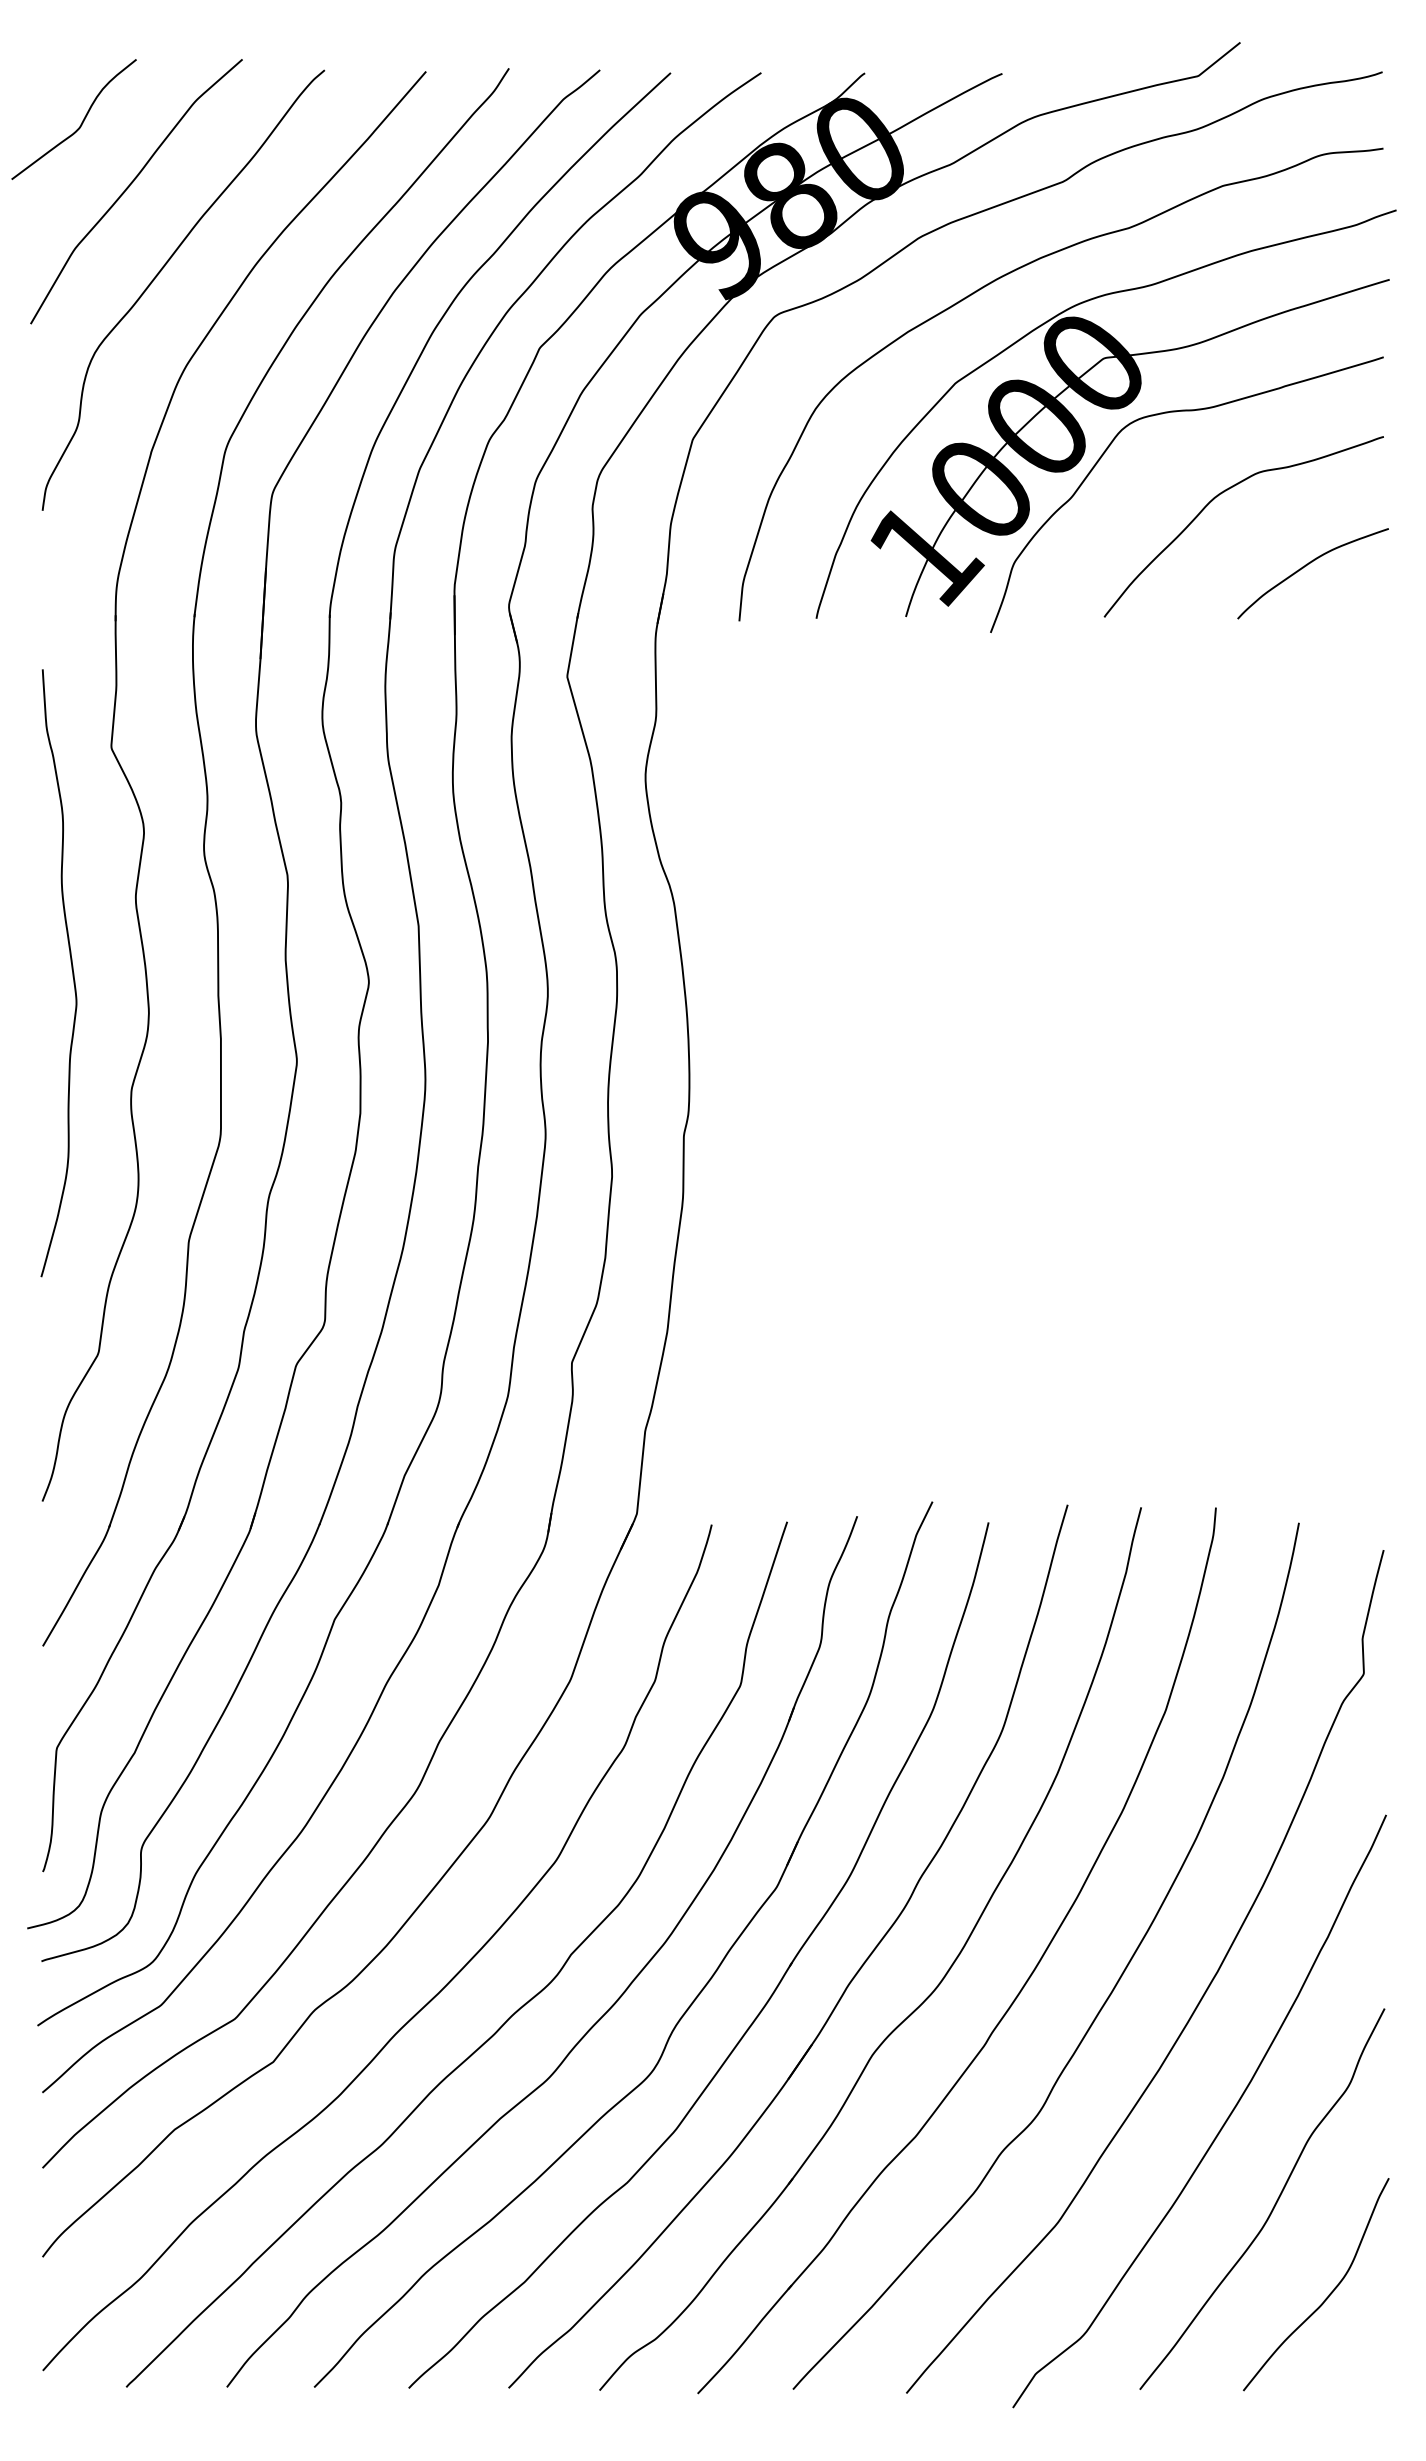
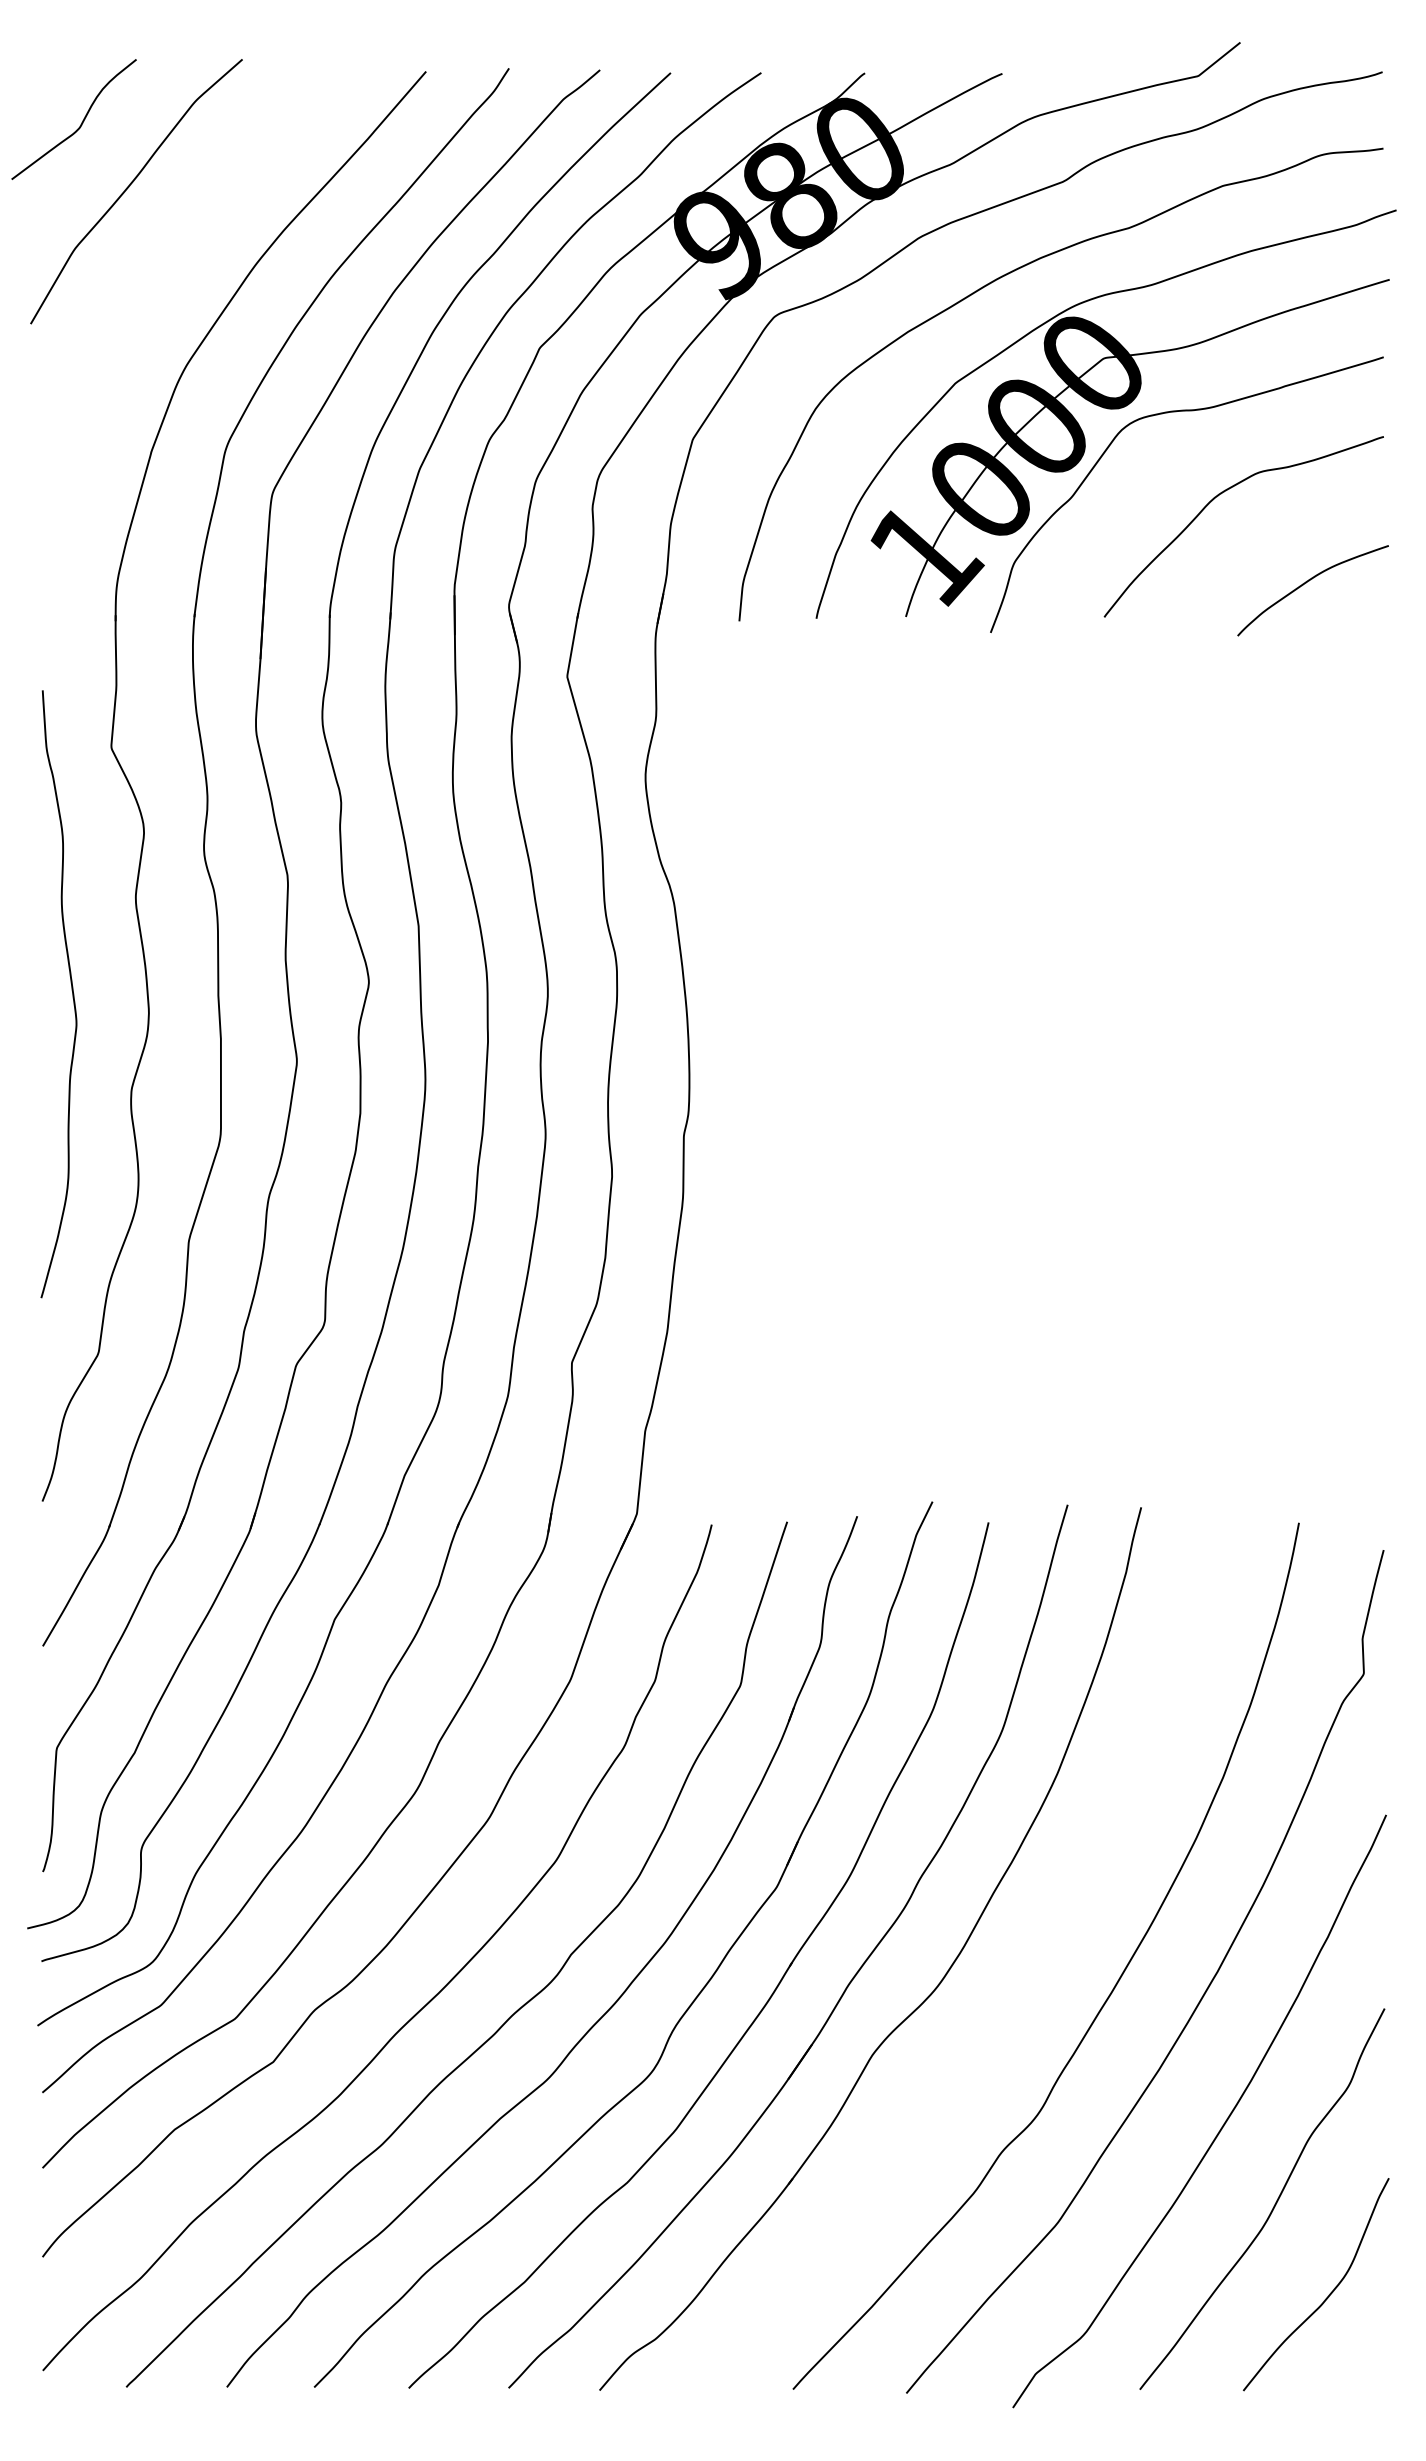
curve at (161, 271): present -> none
curve at (1306, 566) position: (1306, 566) -> (1306, 583)
curve at (71, 969) position: (71, 969) -> (71, 990)
part at (1018, 1992): present -> none
